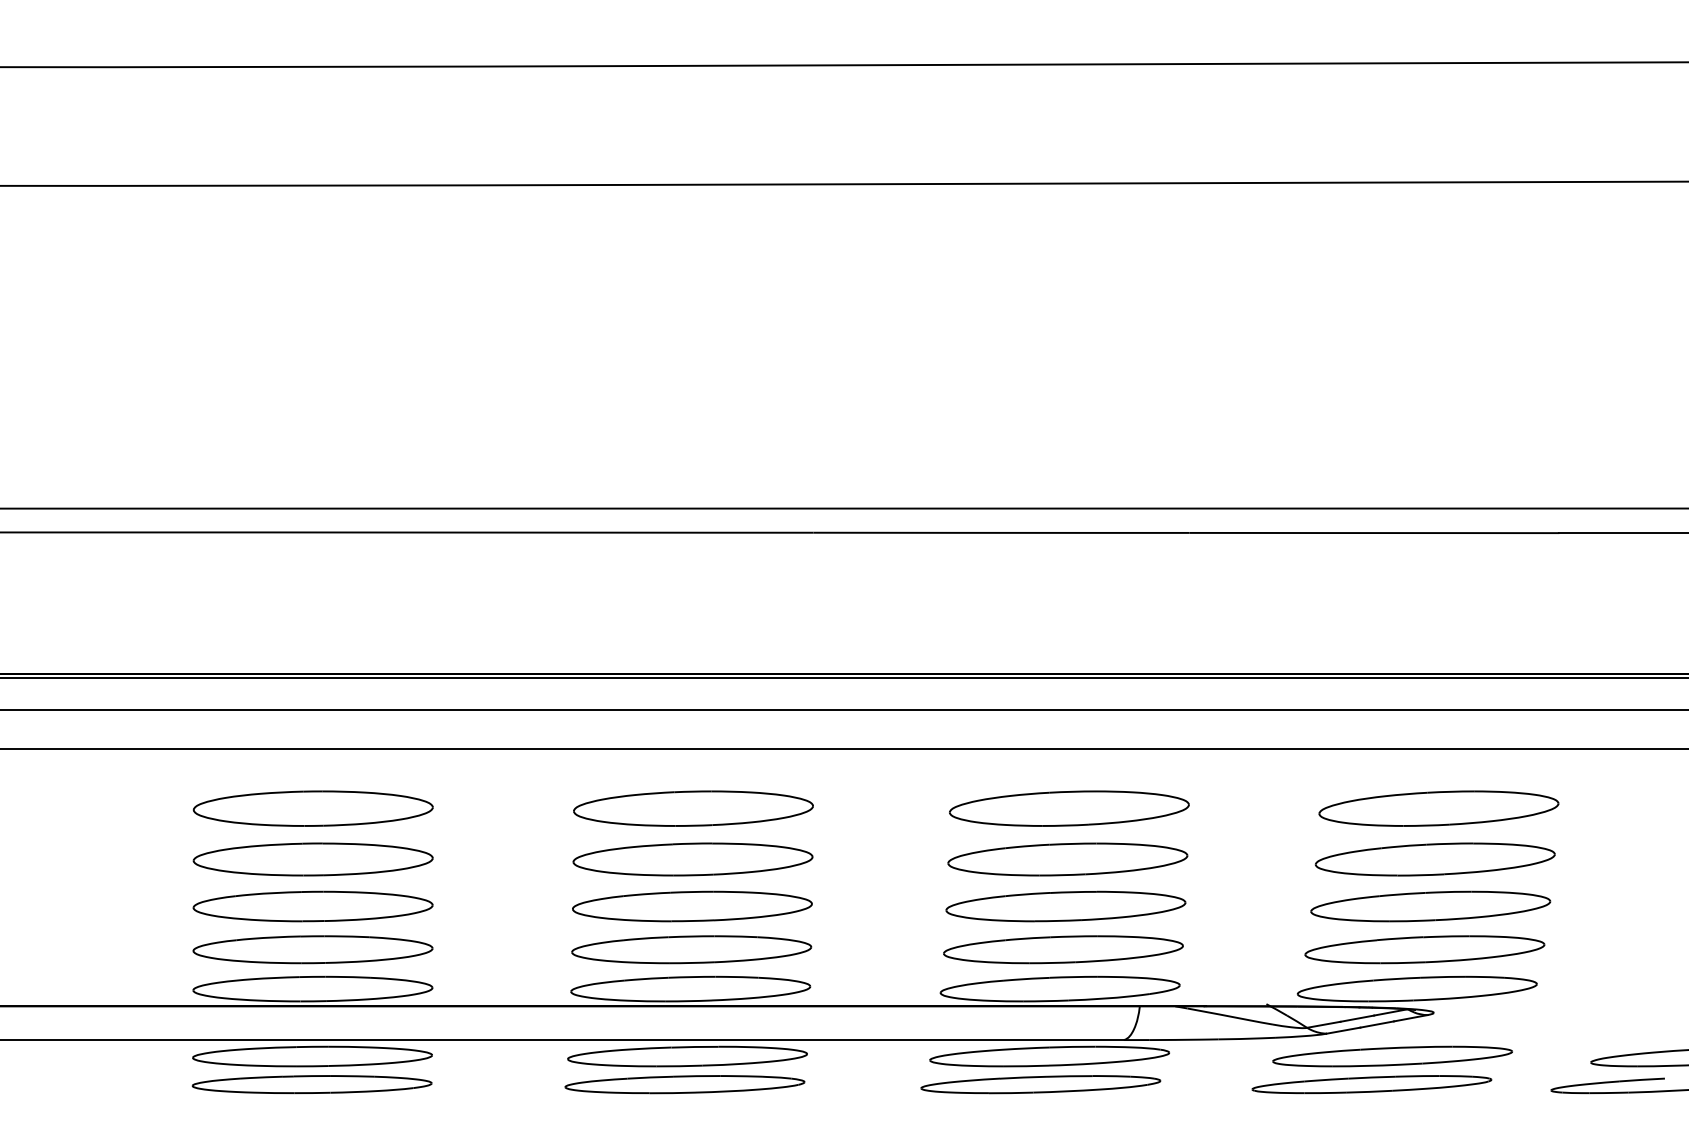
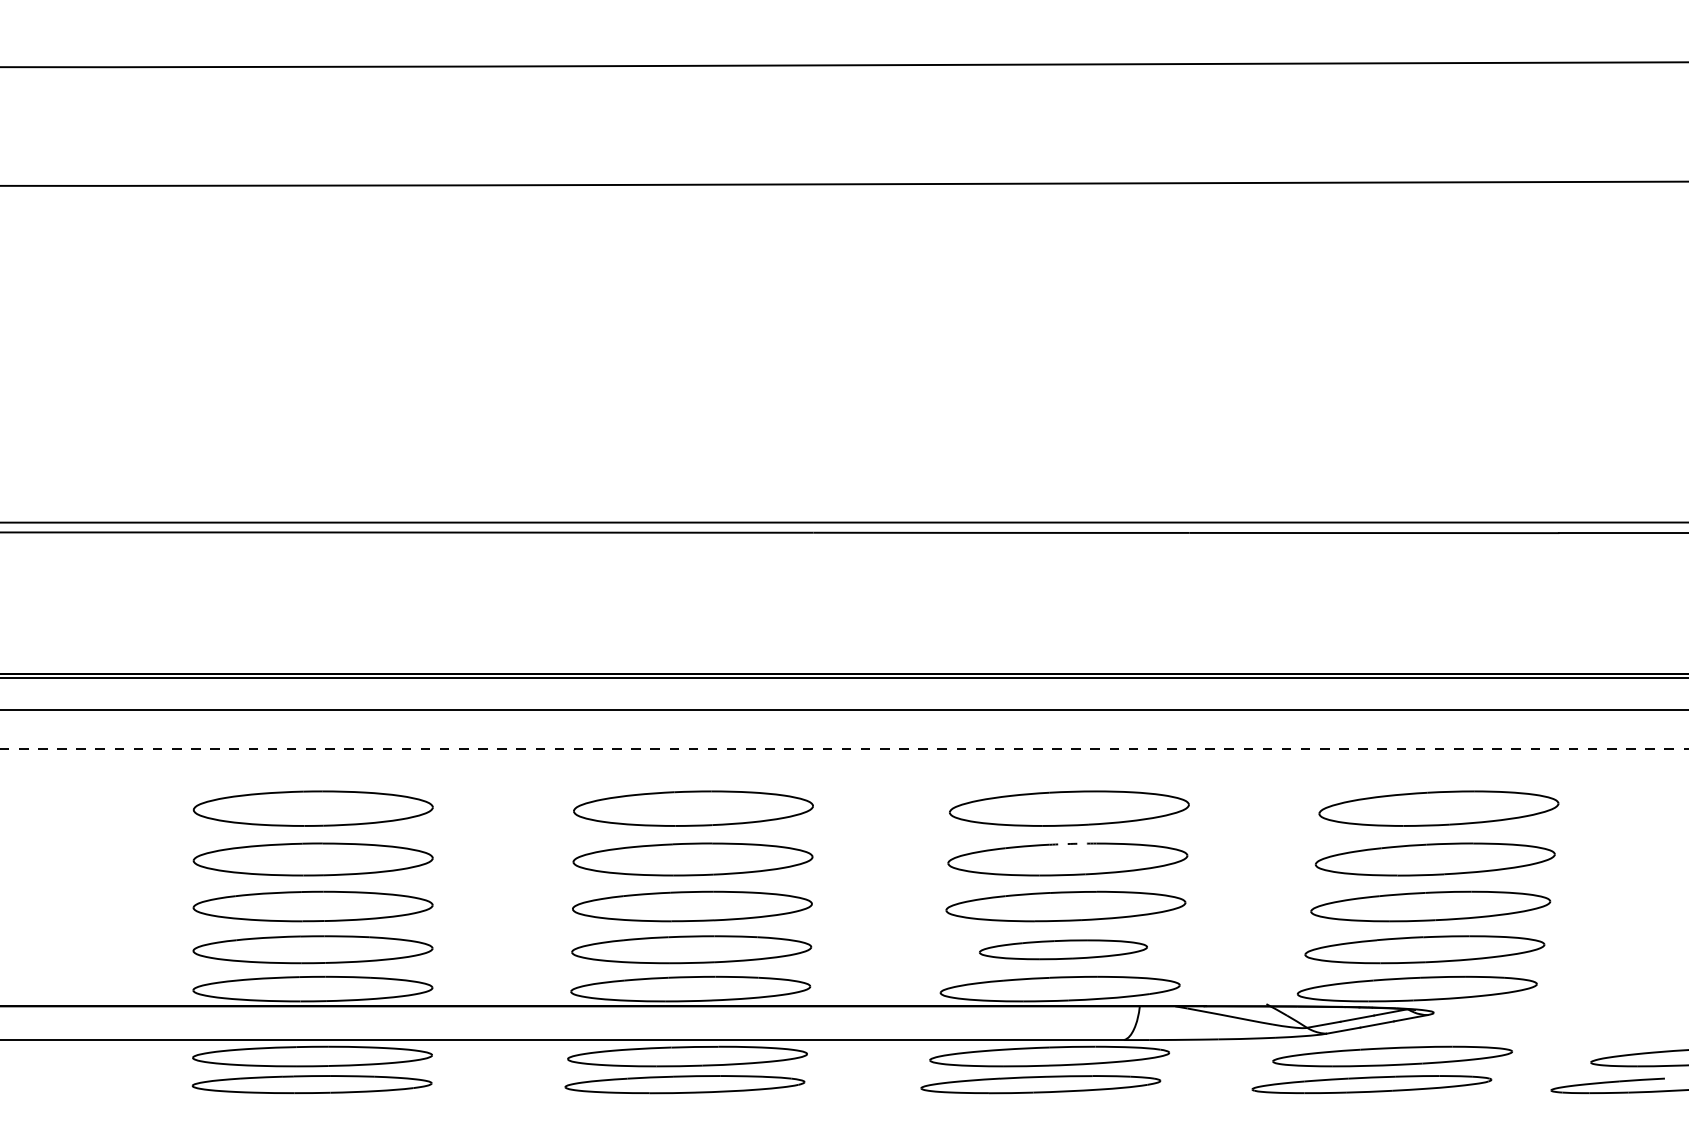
line at (843, 508) position: (843, 508) -> (843, 522)
line at (844, 748): solid -> dashed
arc at (1073, 843): solid -> dashed
part at (1063, 949) size: 241x30 px -> 169x22 px
